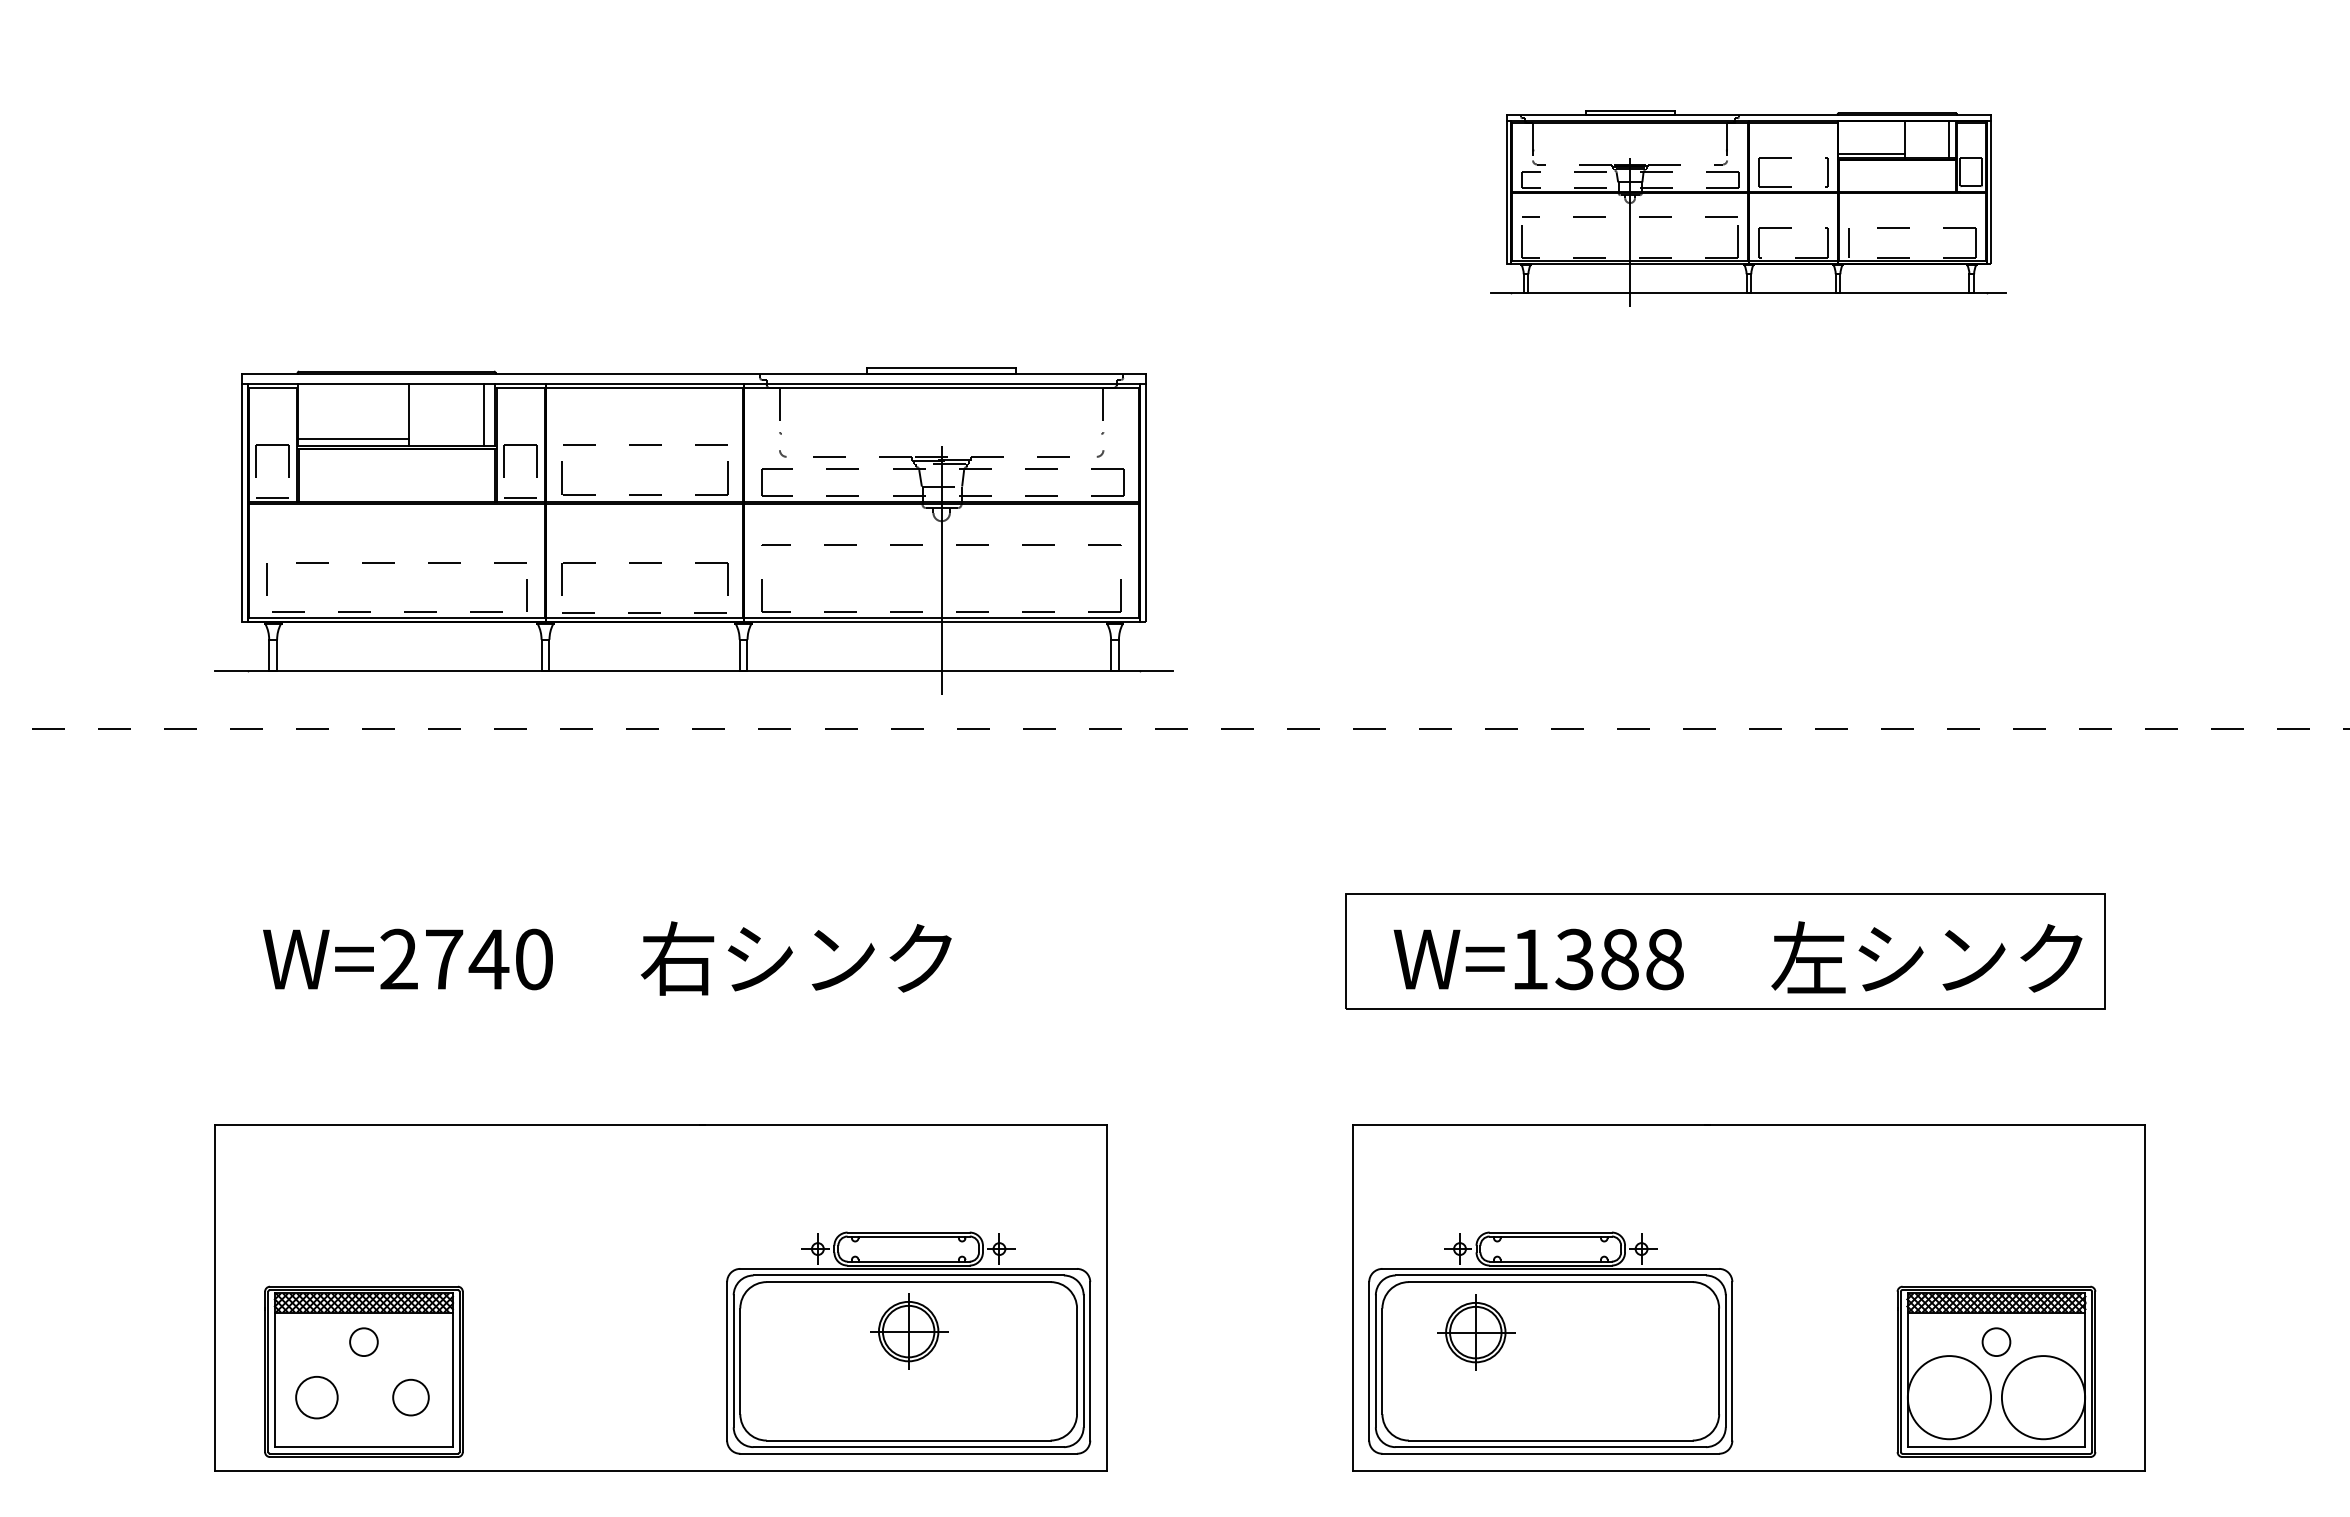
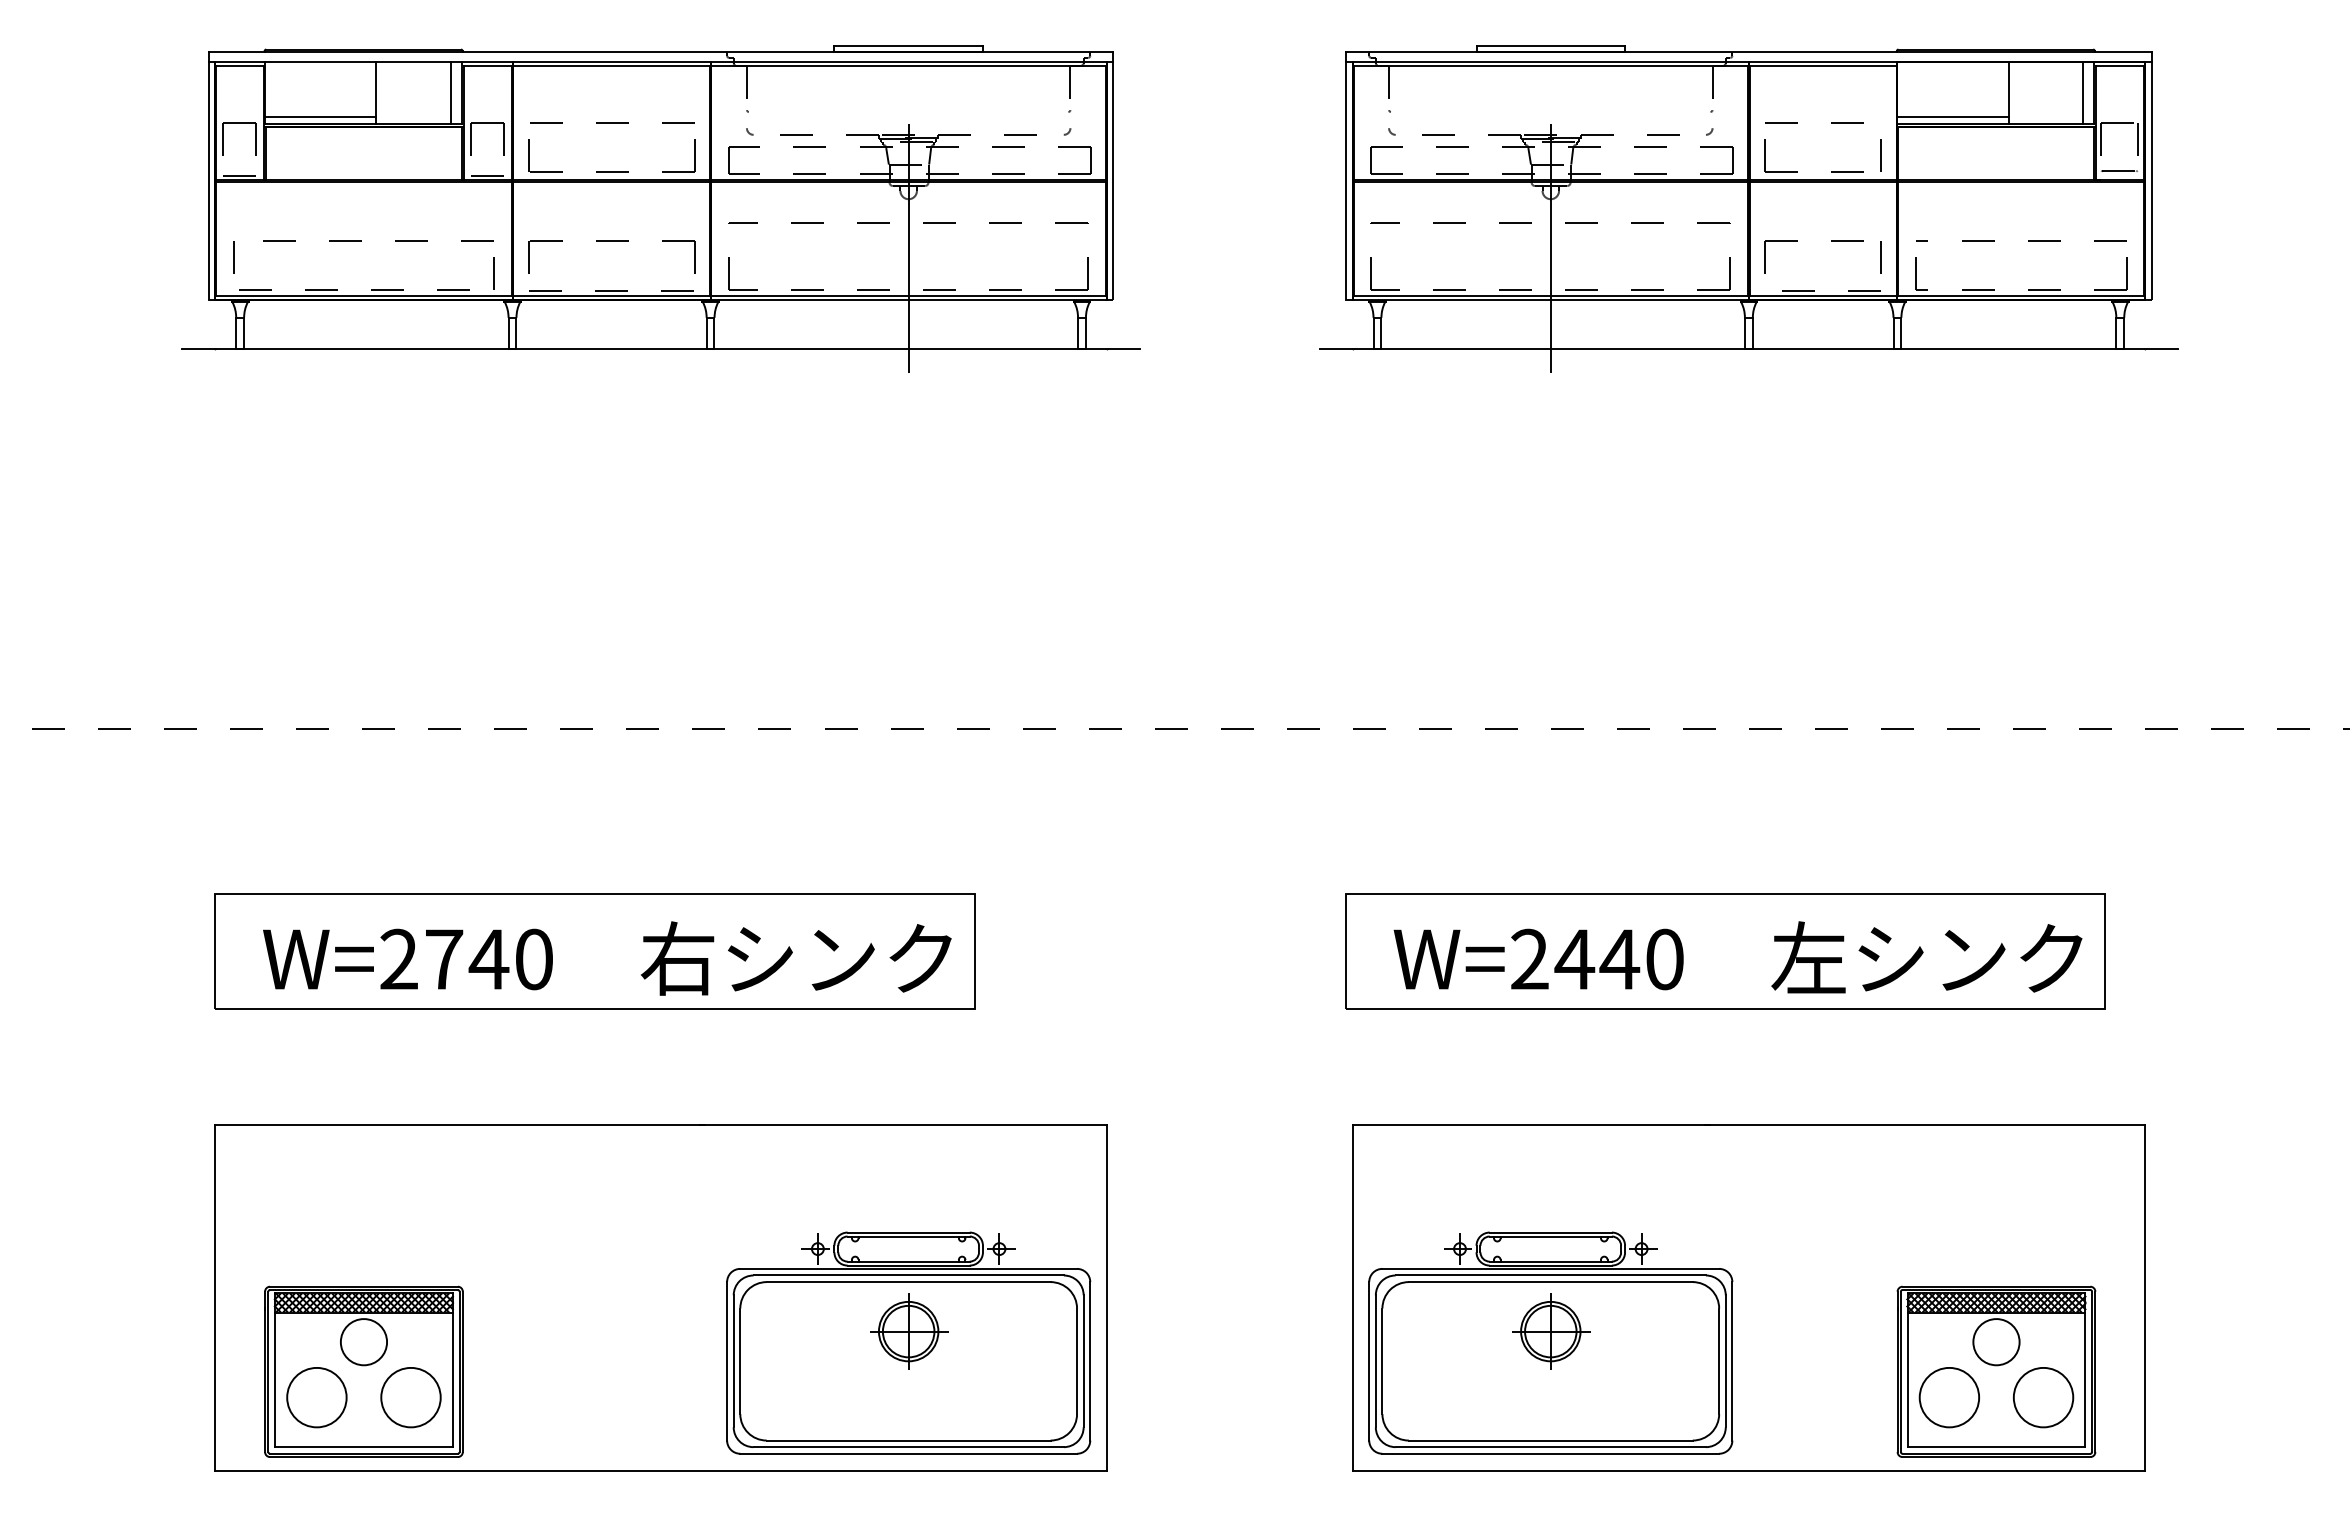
part at (1748, 208) size: 517x197 px -> 860x328 px
part at (693, 530) position: (693, 530) -> (660, 208)
part at (594, 951): none -> present
text at (1597, 959): W=1388 -> W=2440
part at (1476, 1332) position: (1476, 1332) -> (1551, 1331)
circle at (363, 1342) diameter: 28 px -> 46 px
circle at (1996, 1342) diameter: 28 px -> 46 px
circle at (316, 1397) diameter: 42 px -> 59 px
circle at (410, 1397) diameter: 36 px -> 59 px
circle at (1949, 1397) diameter: 83 px -> 59 px
circle at (2043, 1397) diameter: 83 px -> 59 px
